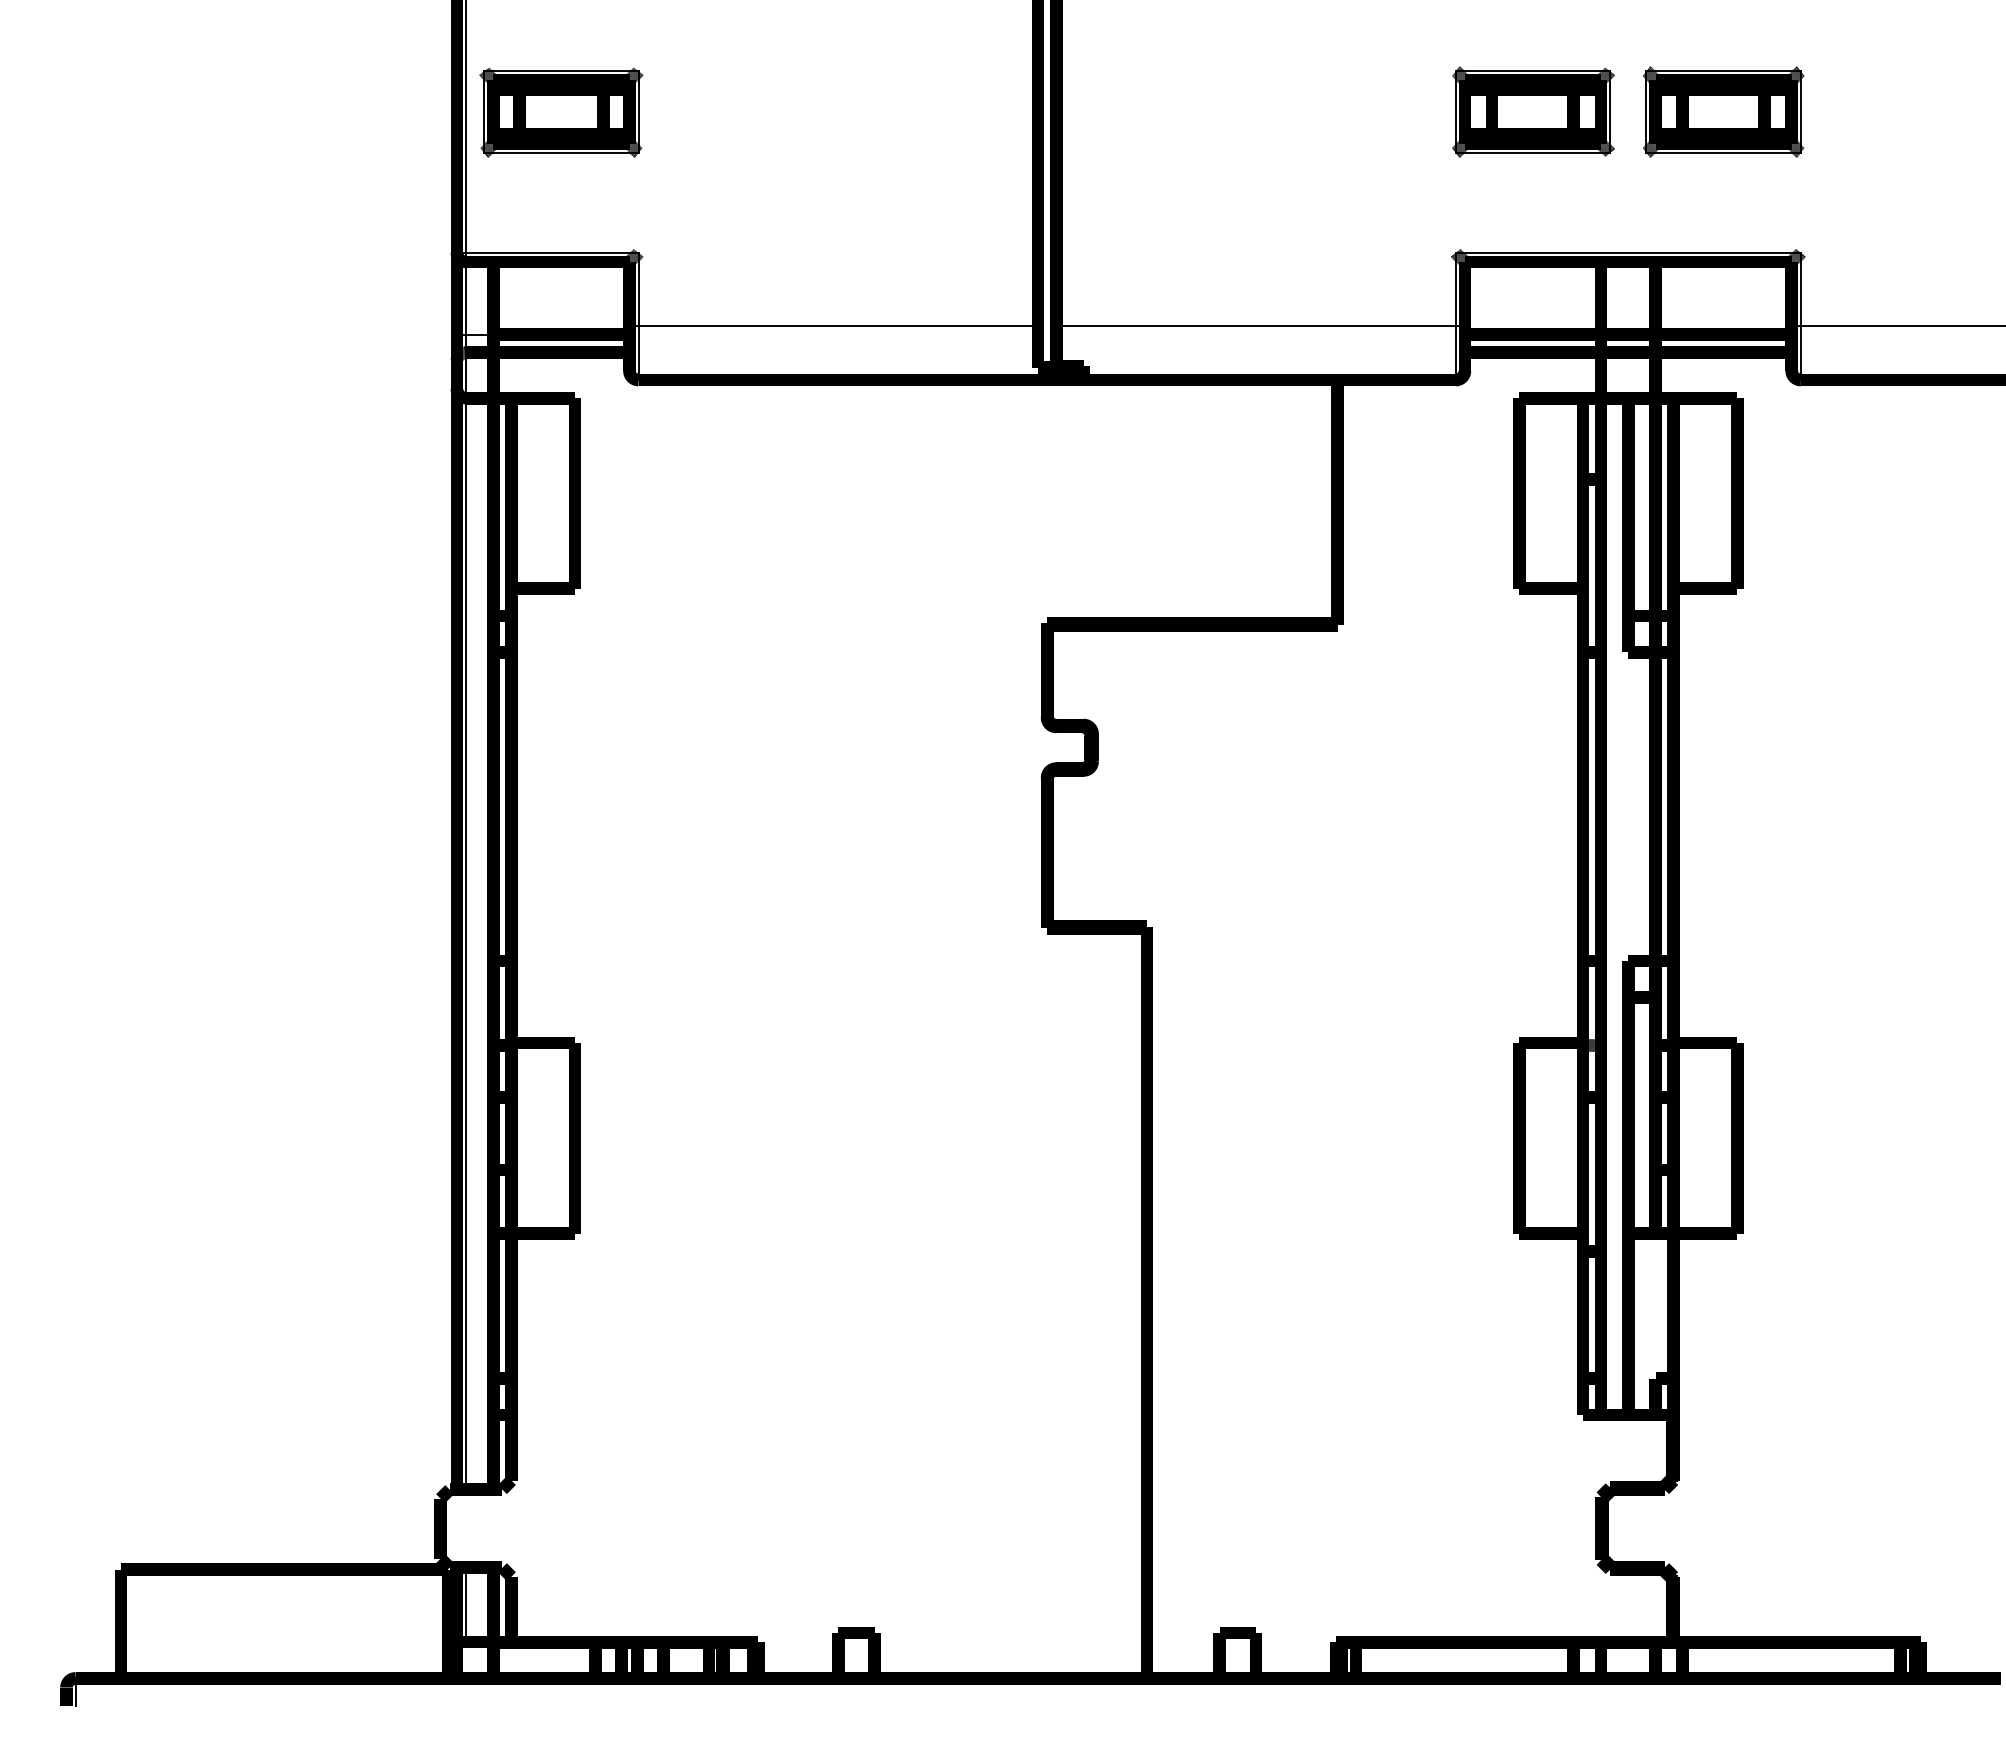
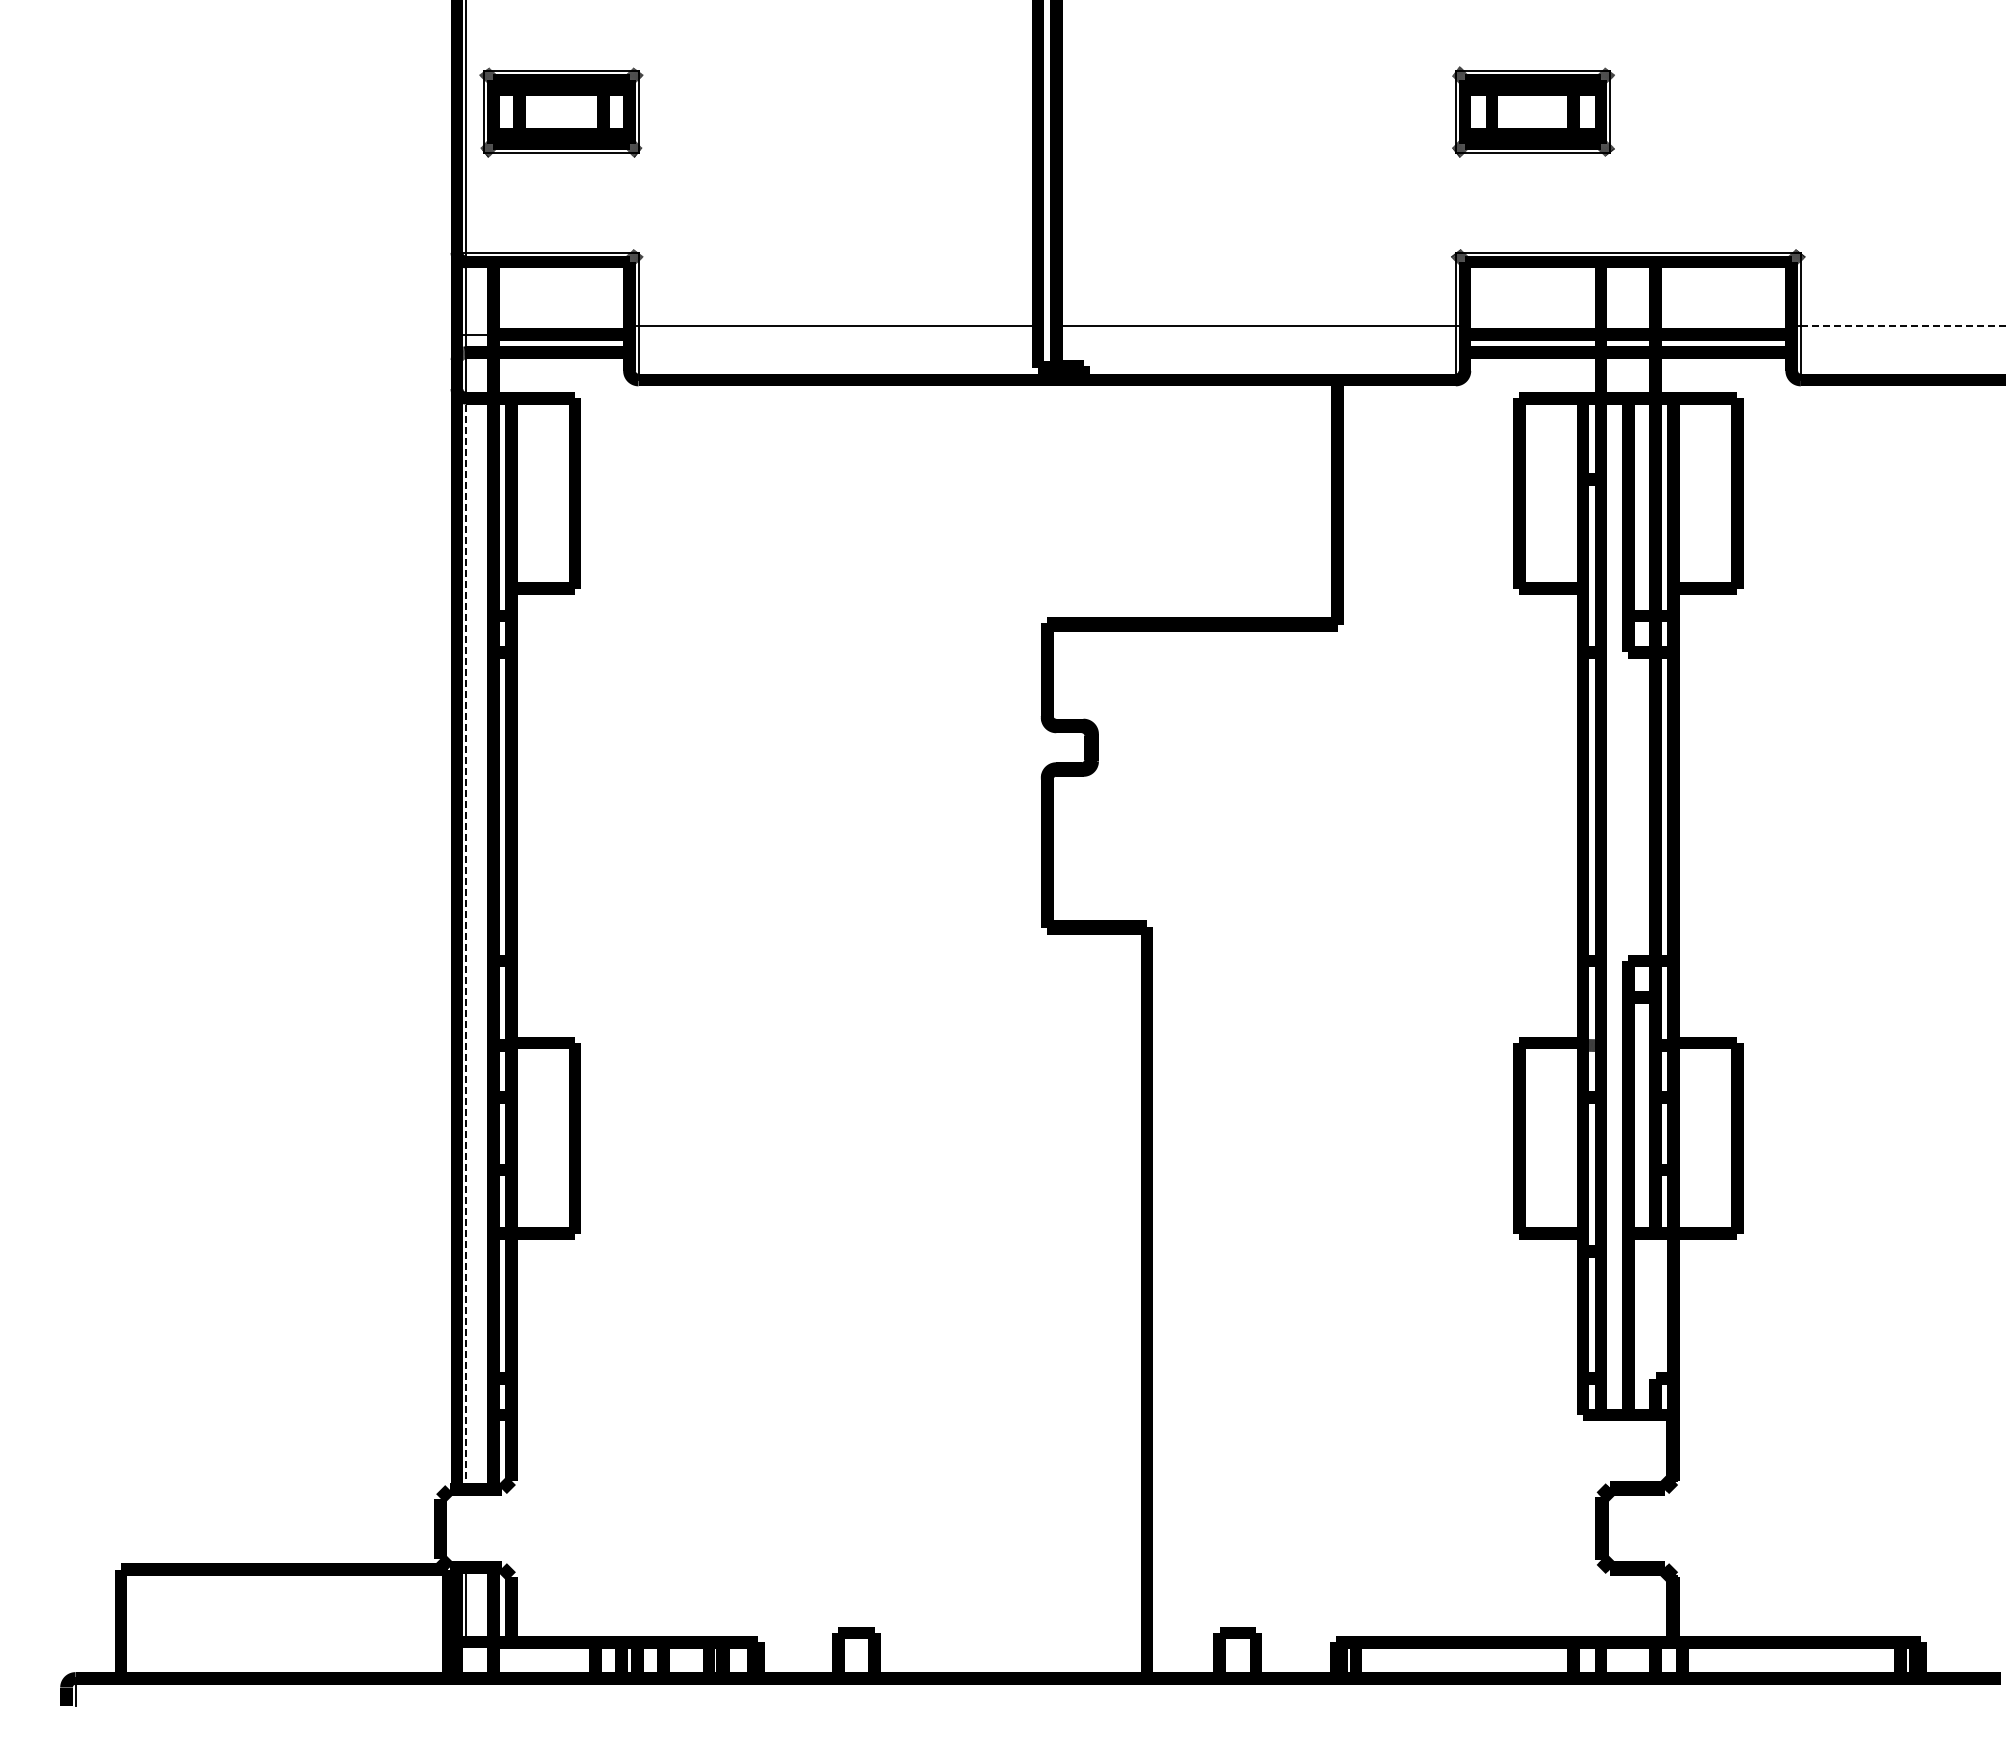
part at (1723, 111): present -> none
line at (1903, 325): solid -> dashed
line at (466, 943): solid -> dashed
